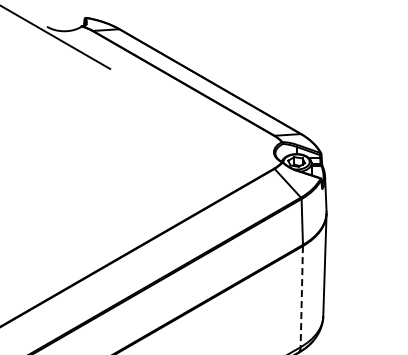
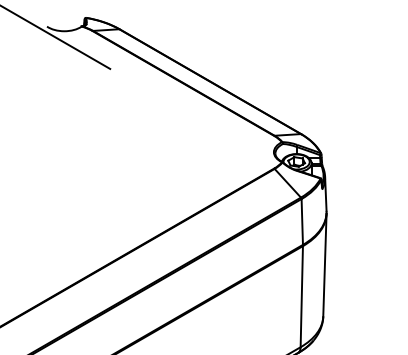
line at (301, 296): dashed -> solid
